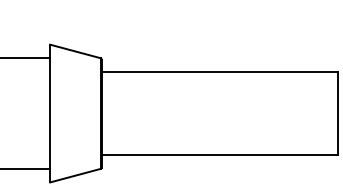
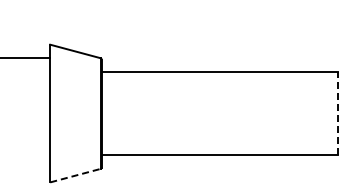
line at (338, 113): solid -> dashed
line at (26, 168): present -> none
line at (75, 175): solid -> dashed
